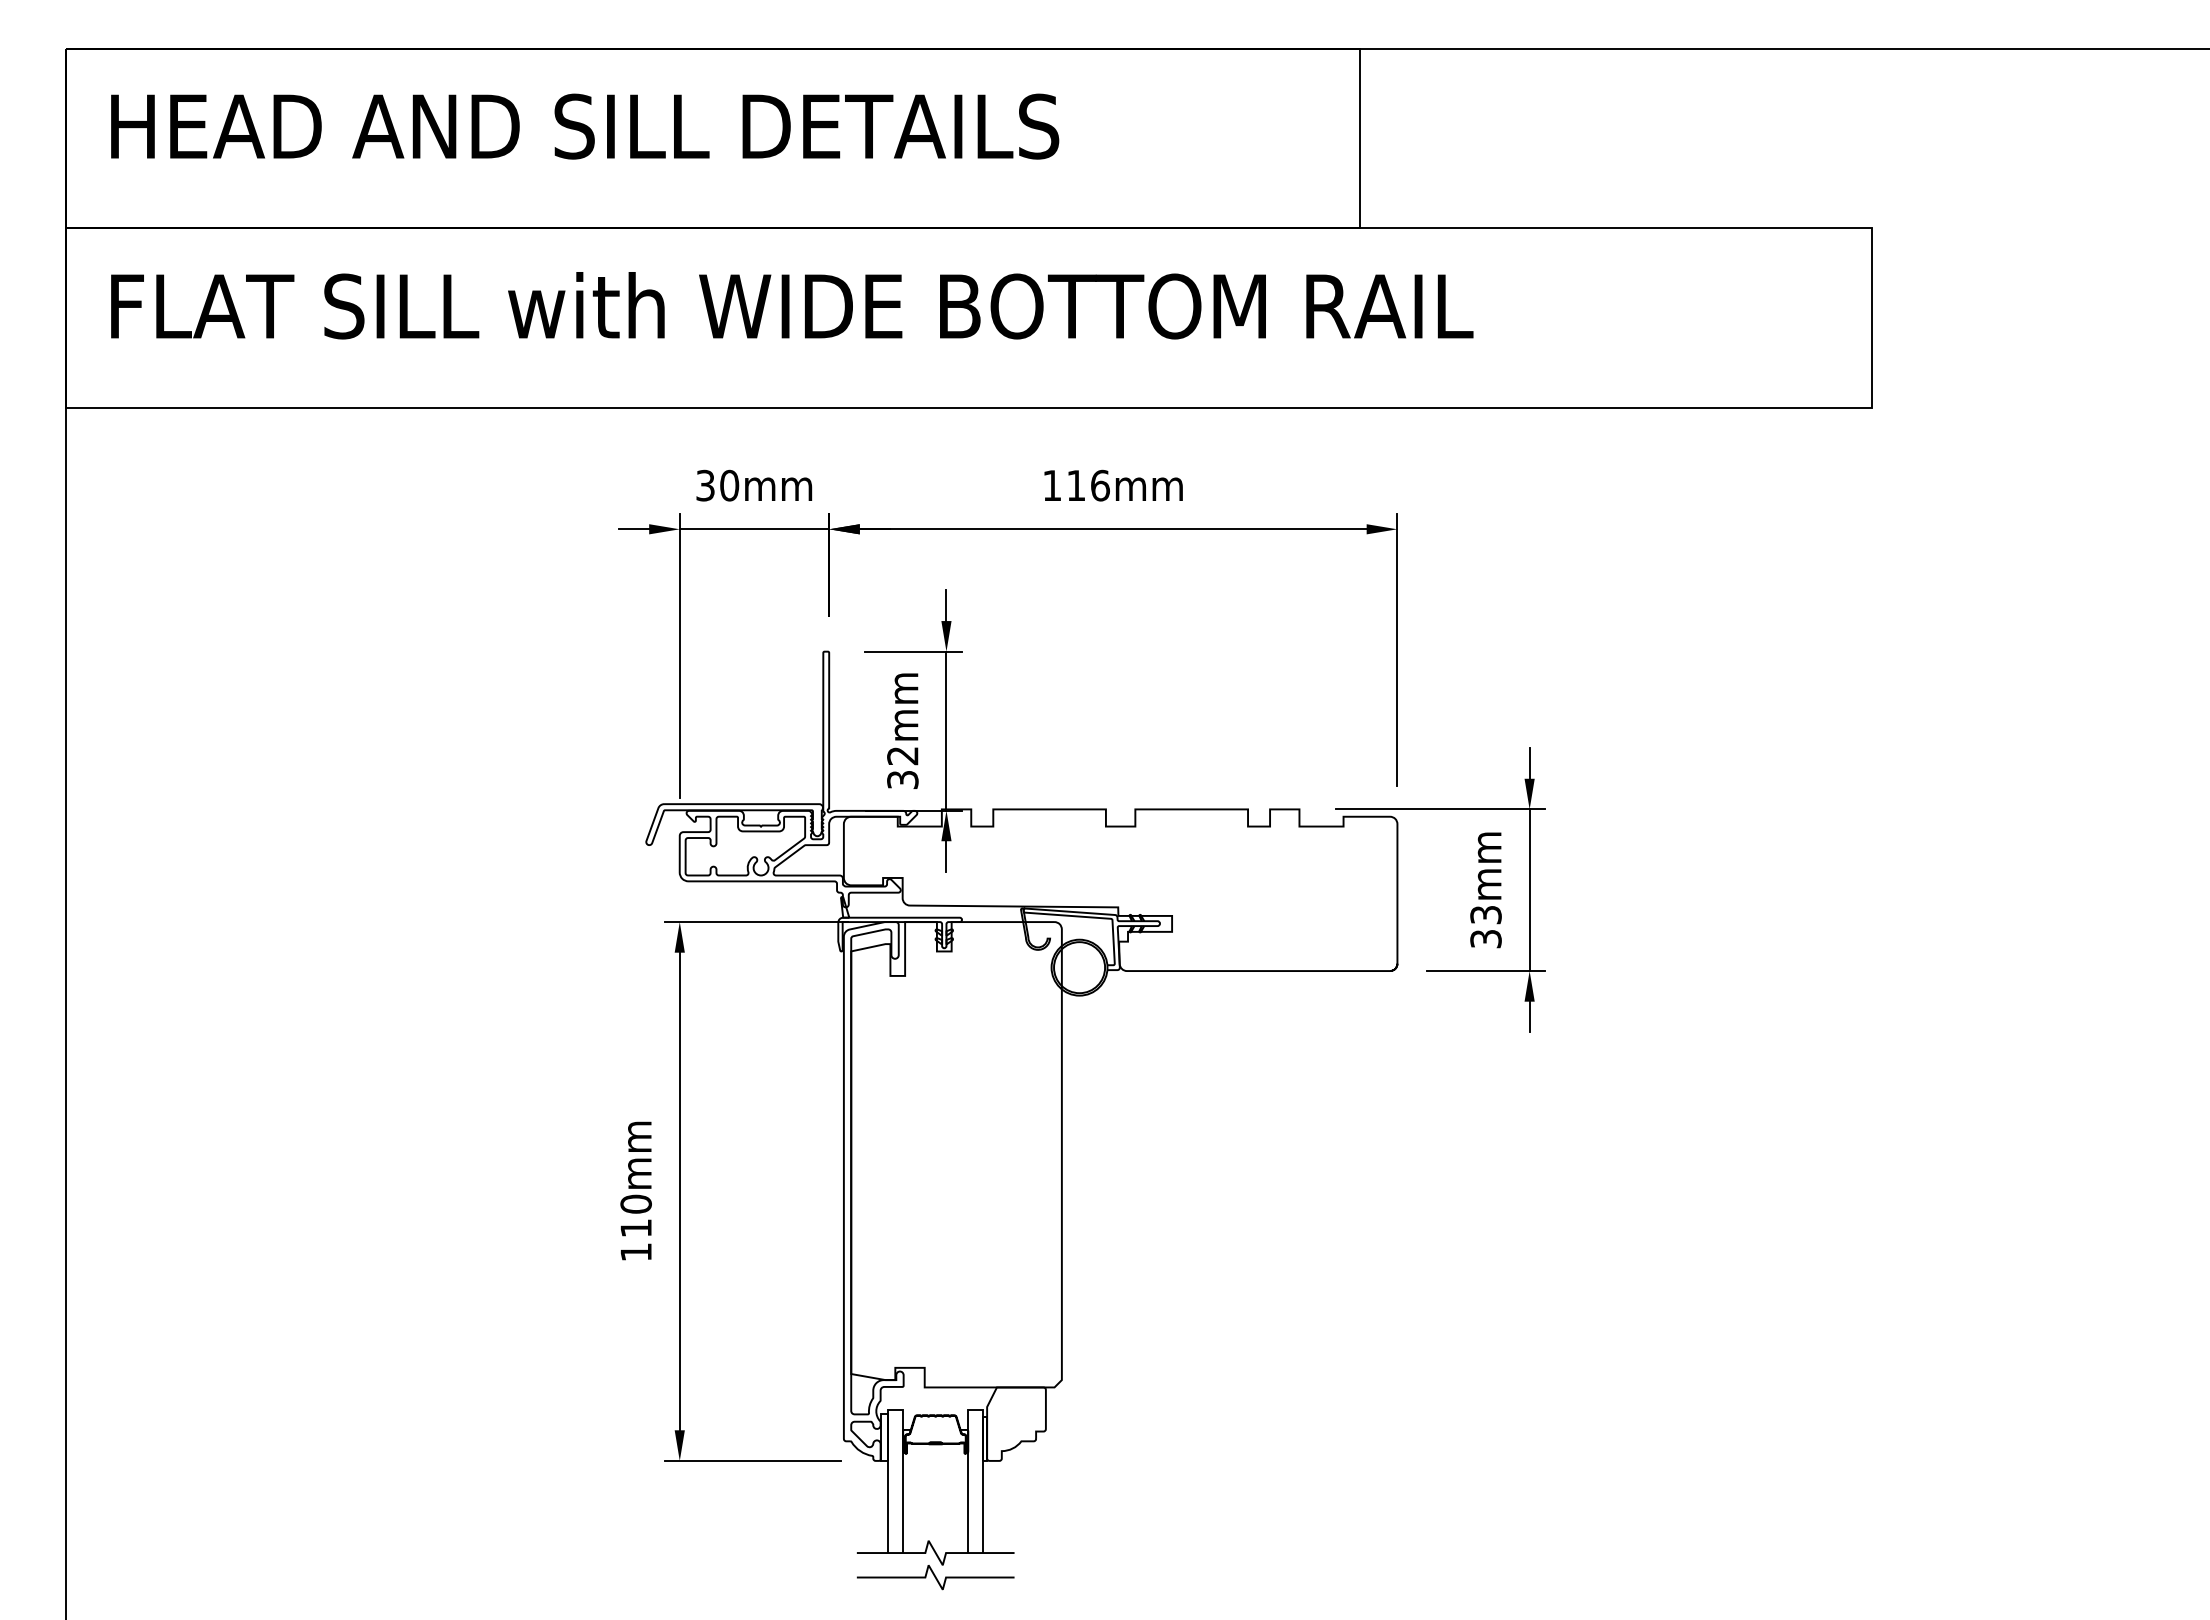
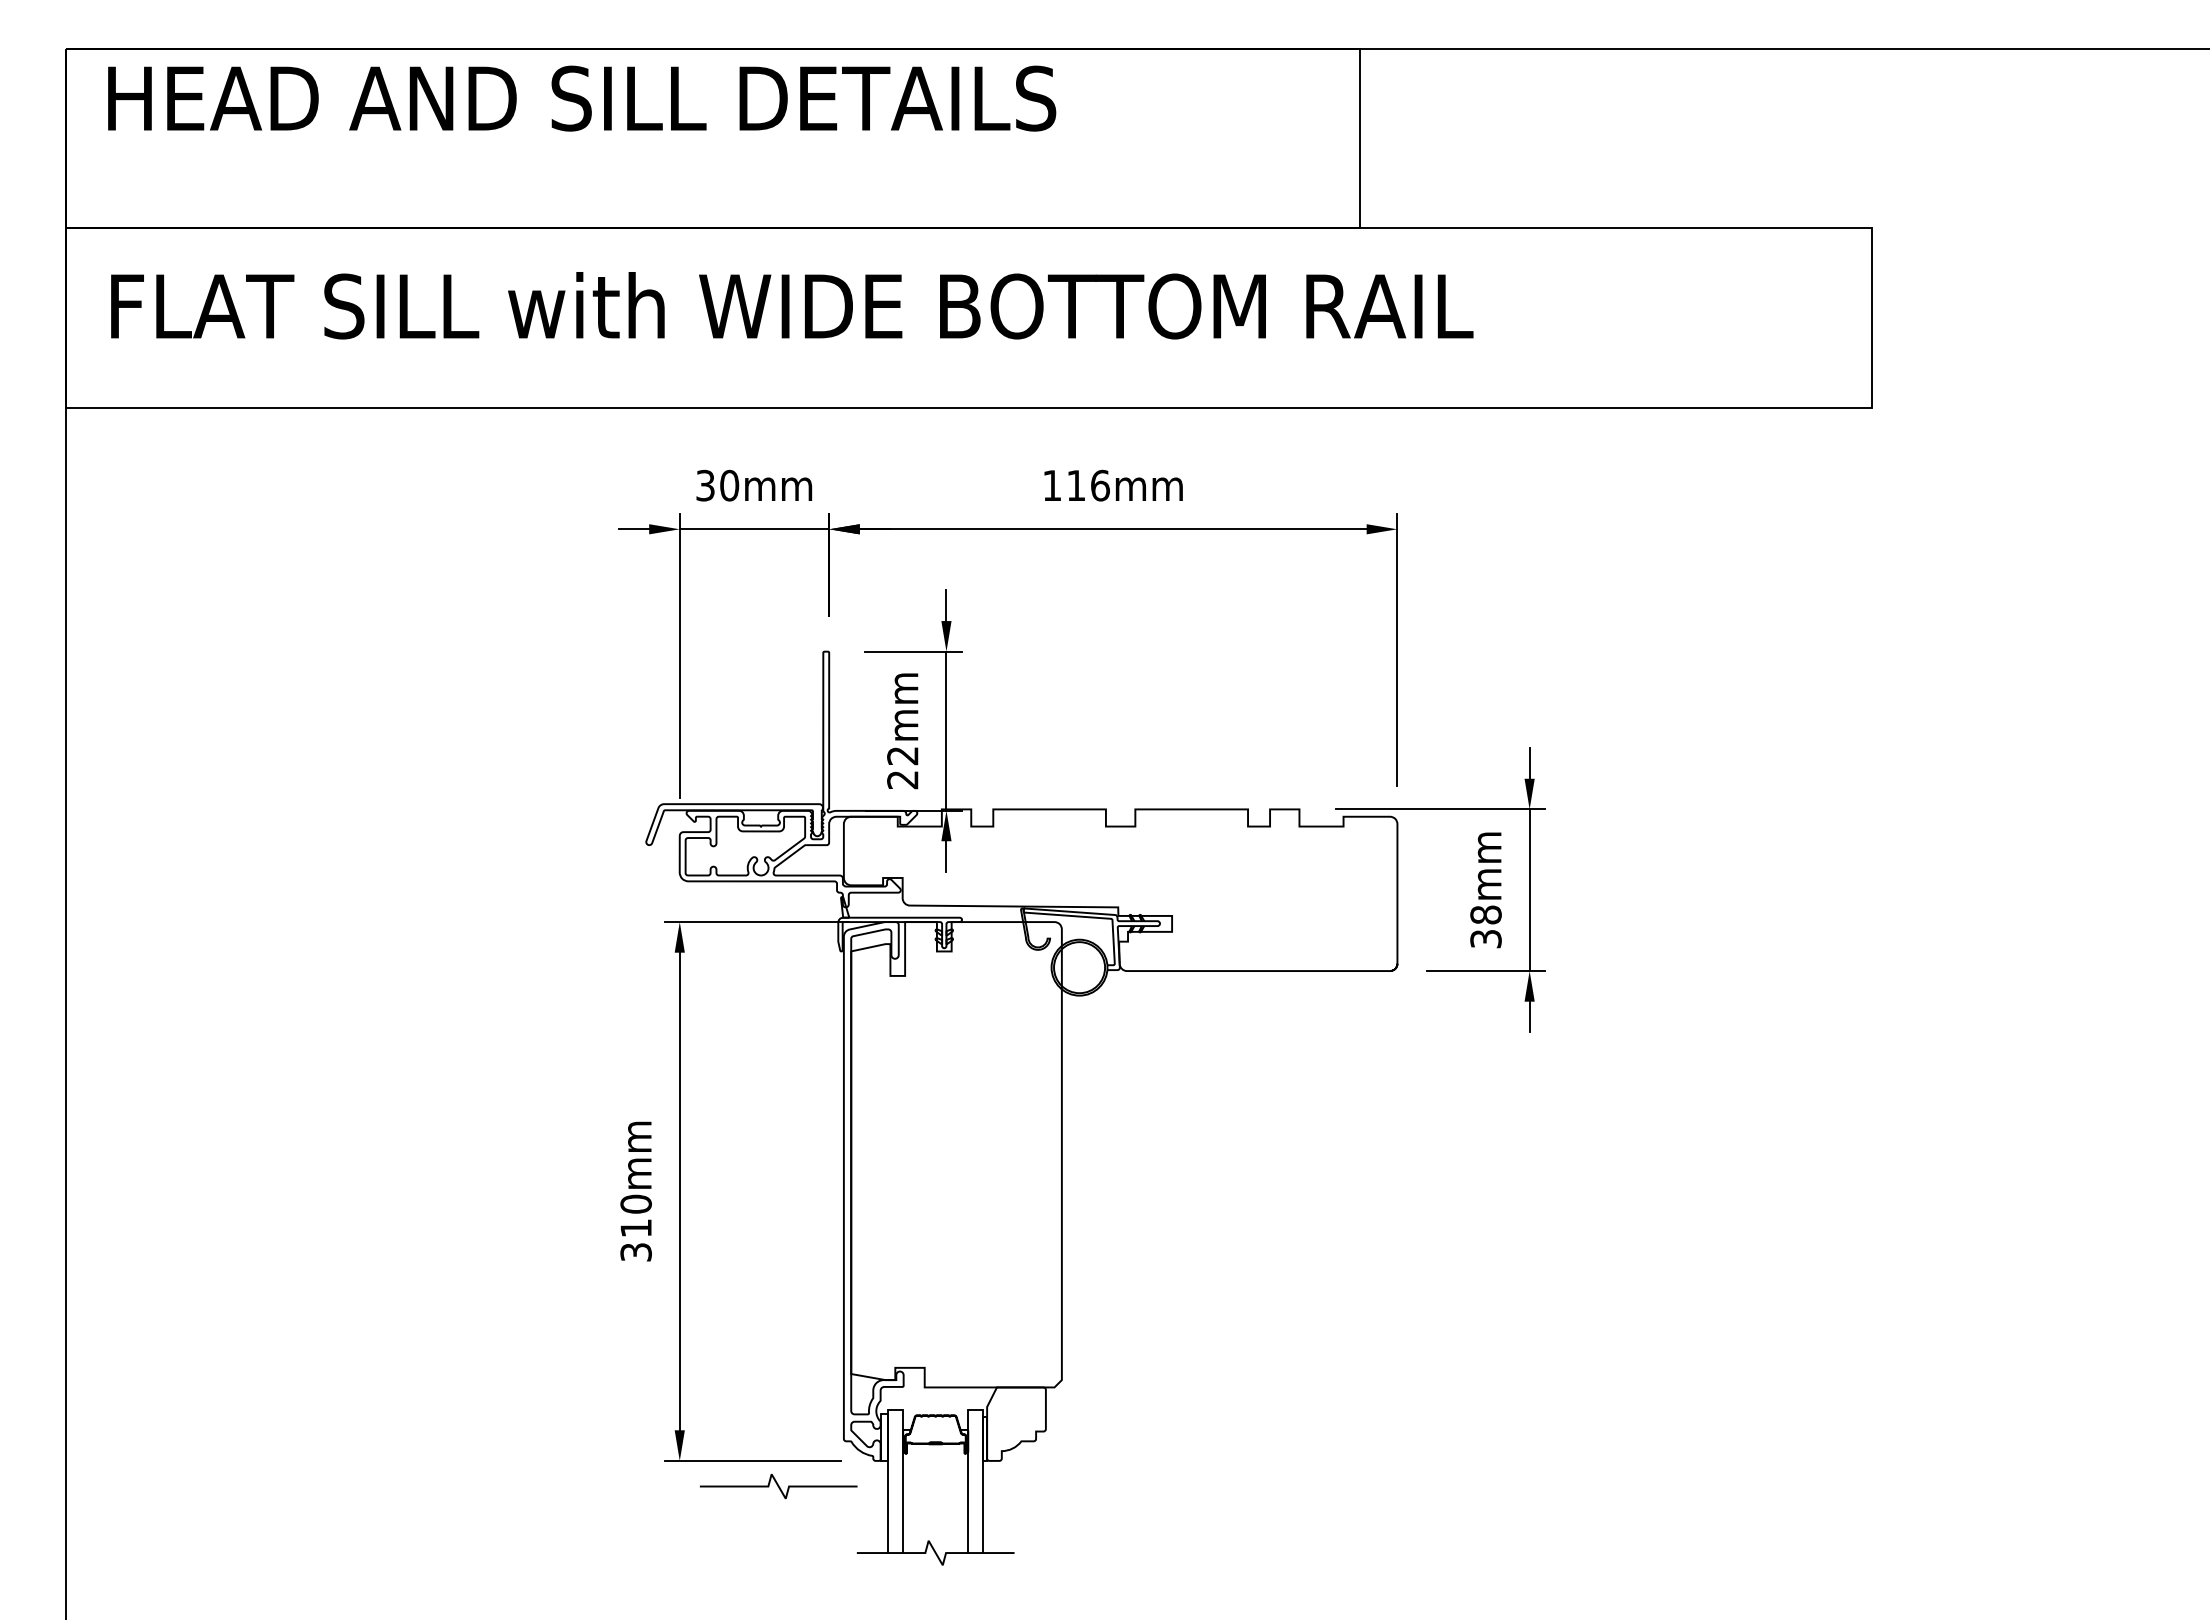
text at (585, 126) position: (585, 126) -> (582, 98)
text at (902, 780): 32mm -> 22mm
text at (1485, 914): 33mm -> 38mm
text at (635, 1252): 110mm -> 310mm
curve at (935, 1577) position: (935, 1577) -> (778, 1486)
